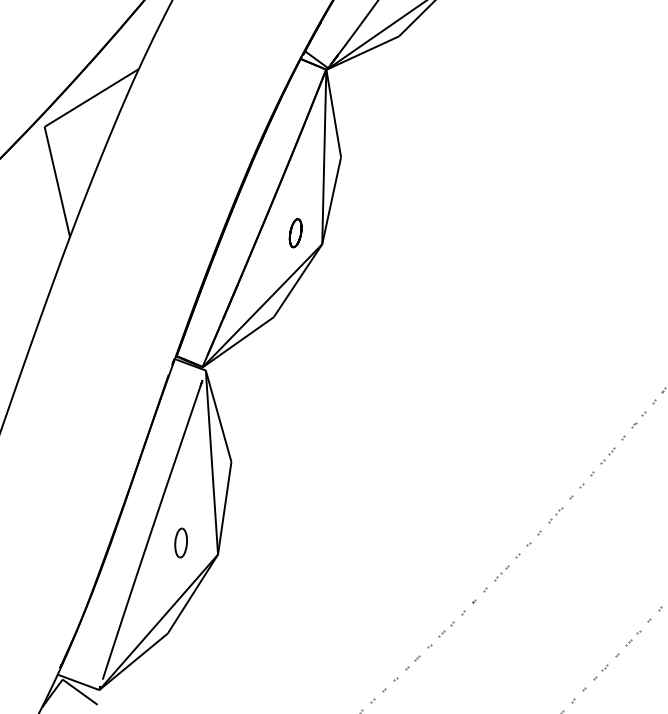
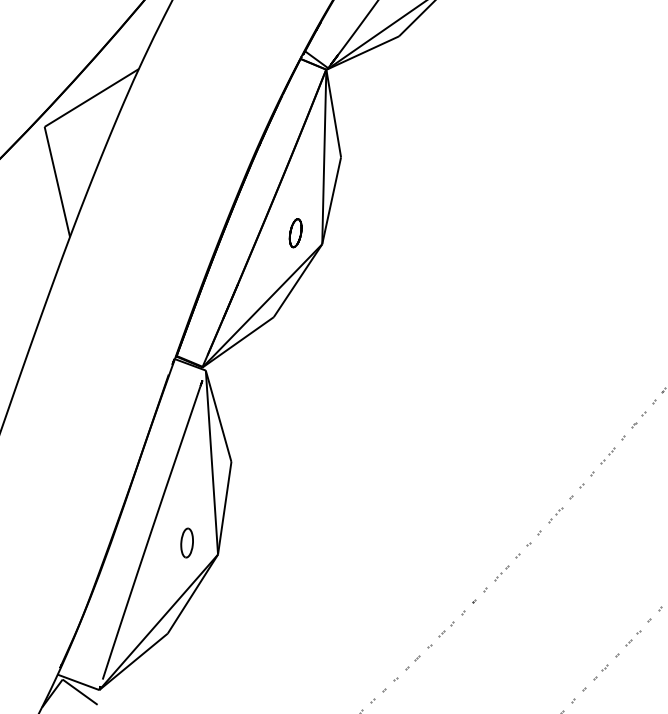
part at (180, 542) position: (180, 542) -> (186, 542)
